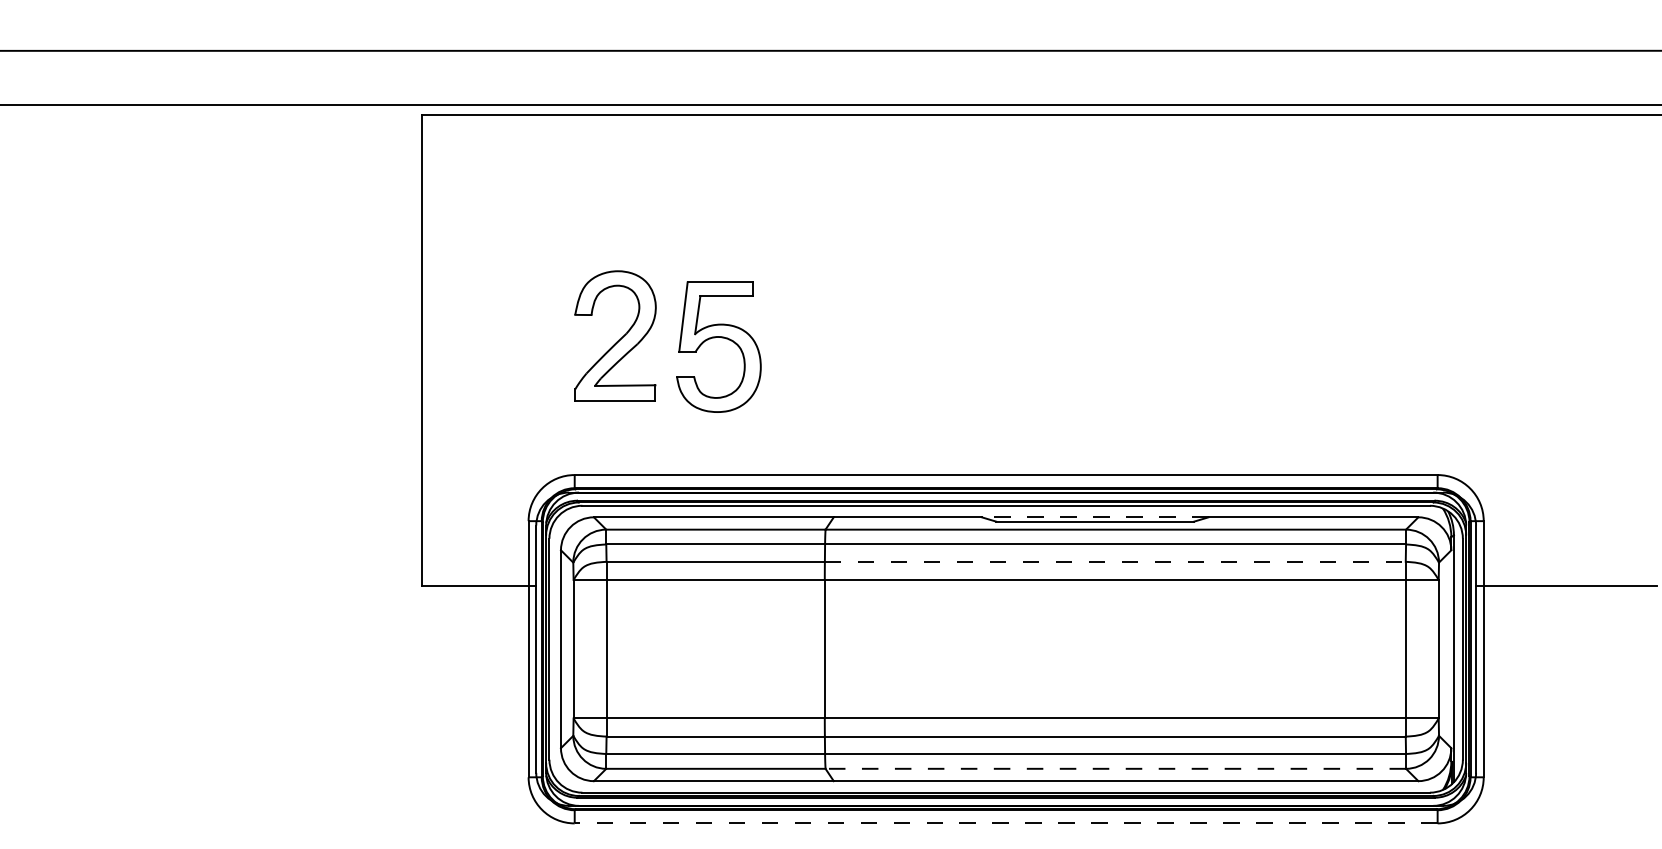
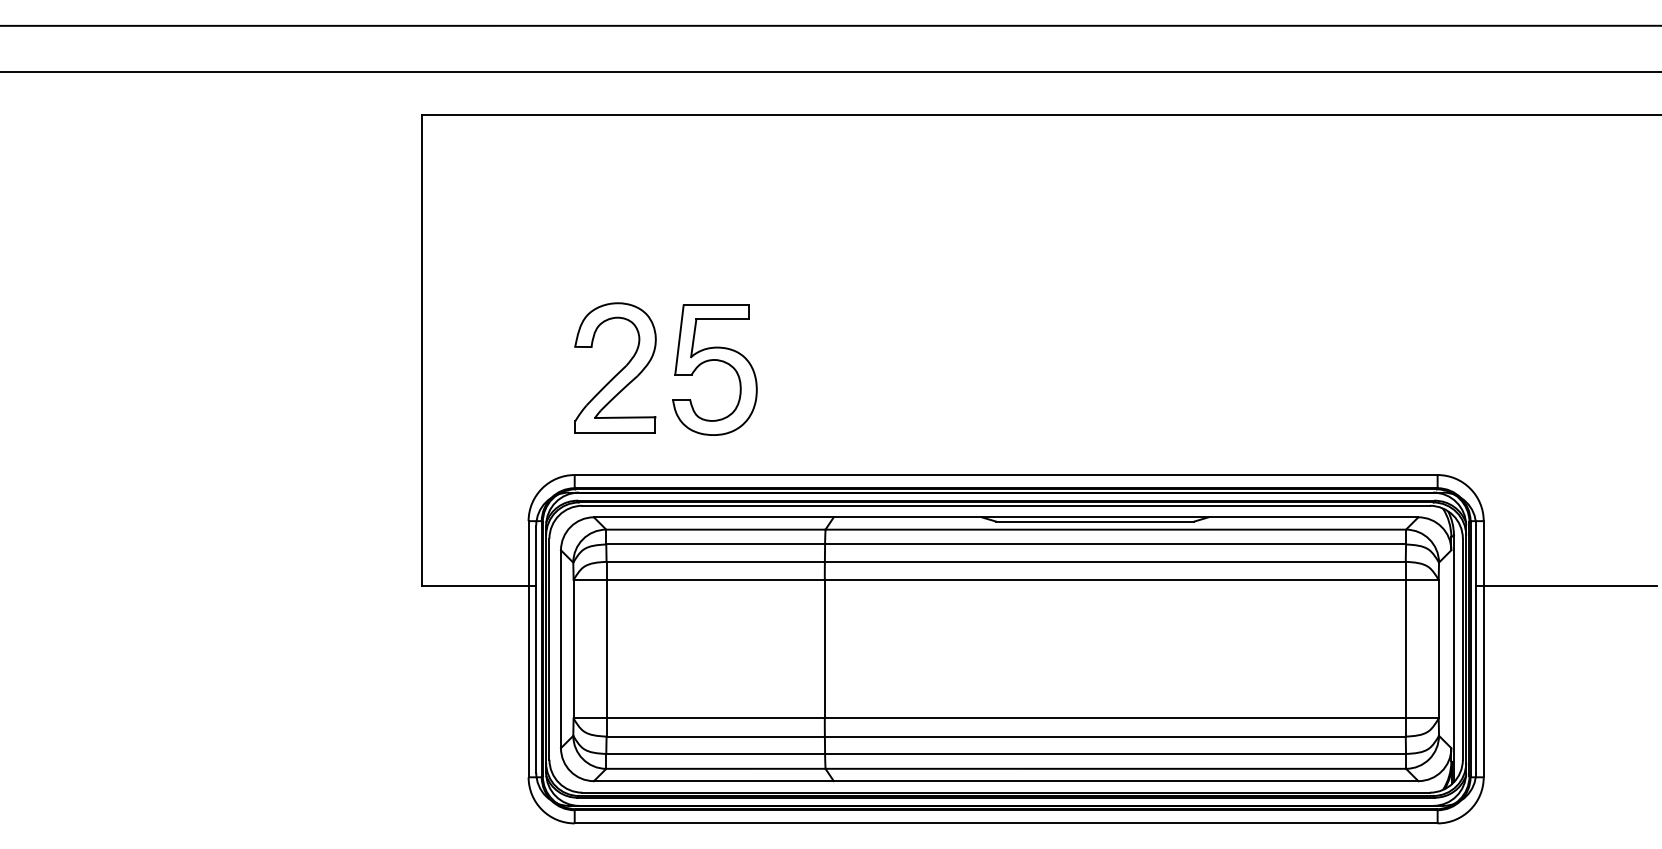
line at (830, 50) position: (830, 50) -> (830, 25)
line at (830, 104) position: (830, 104) -> (830, 71)
part at (615, 335) position: (615, 335) -> (615, 367)
part at (715, 338) position: (715, 338) -> (711, 361)
line at (1094, 517): dashed -> solid
line at (1115, 561): dashed -> solid
line at (1115, 768): dashed -> solid
line at (1005, 823): dashed -> solid
